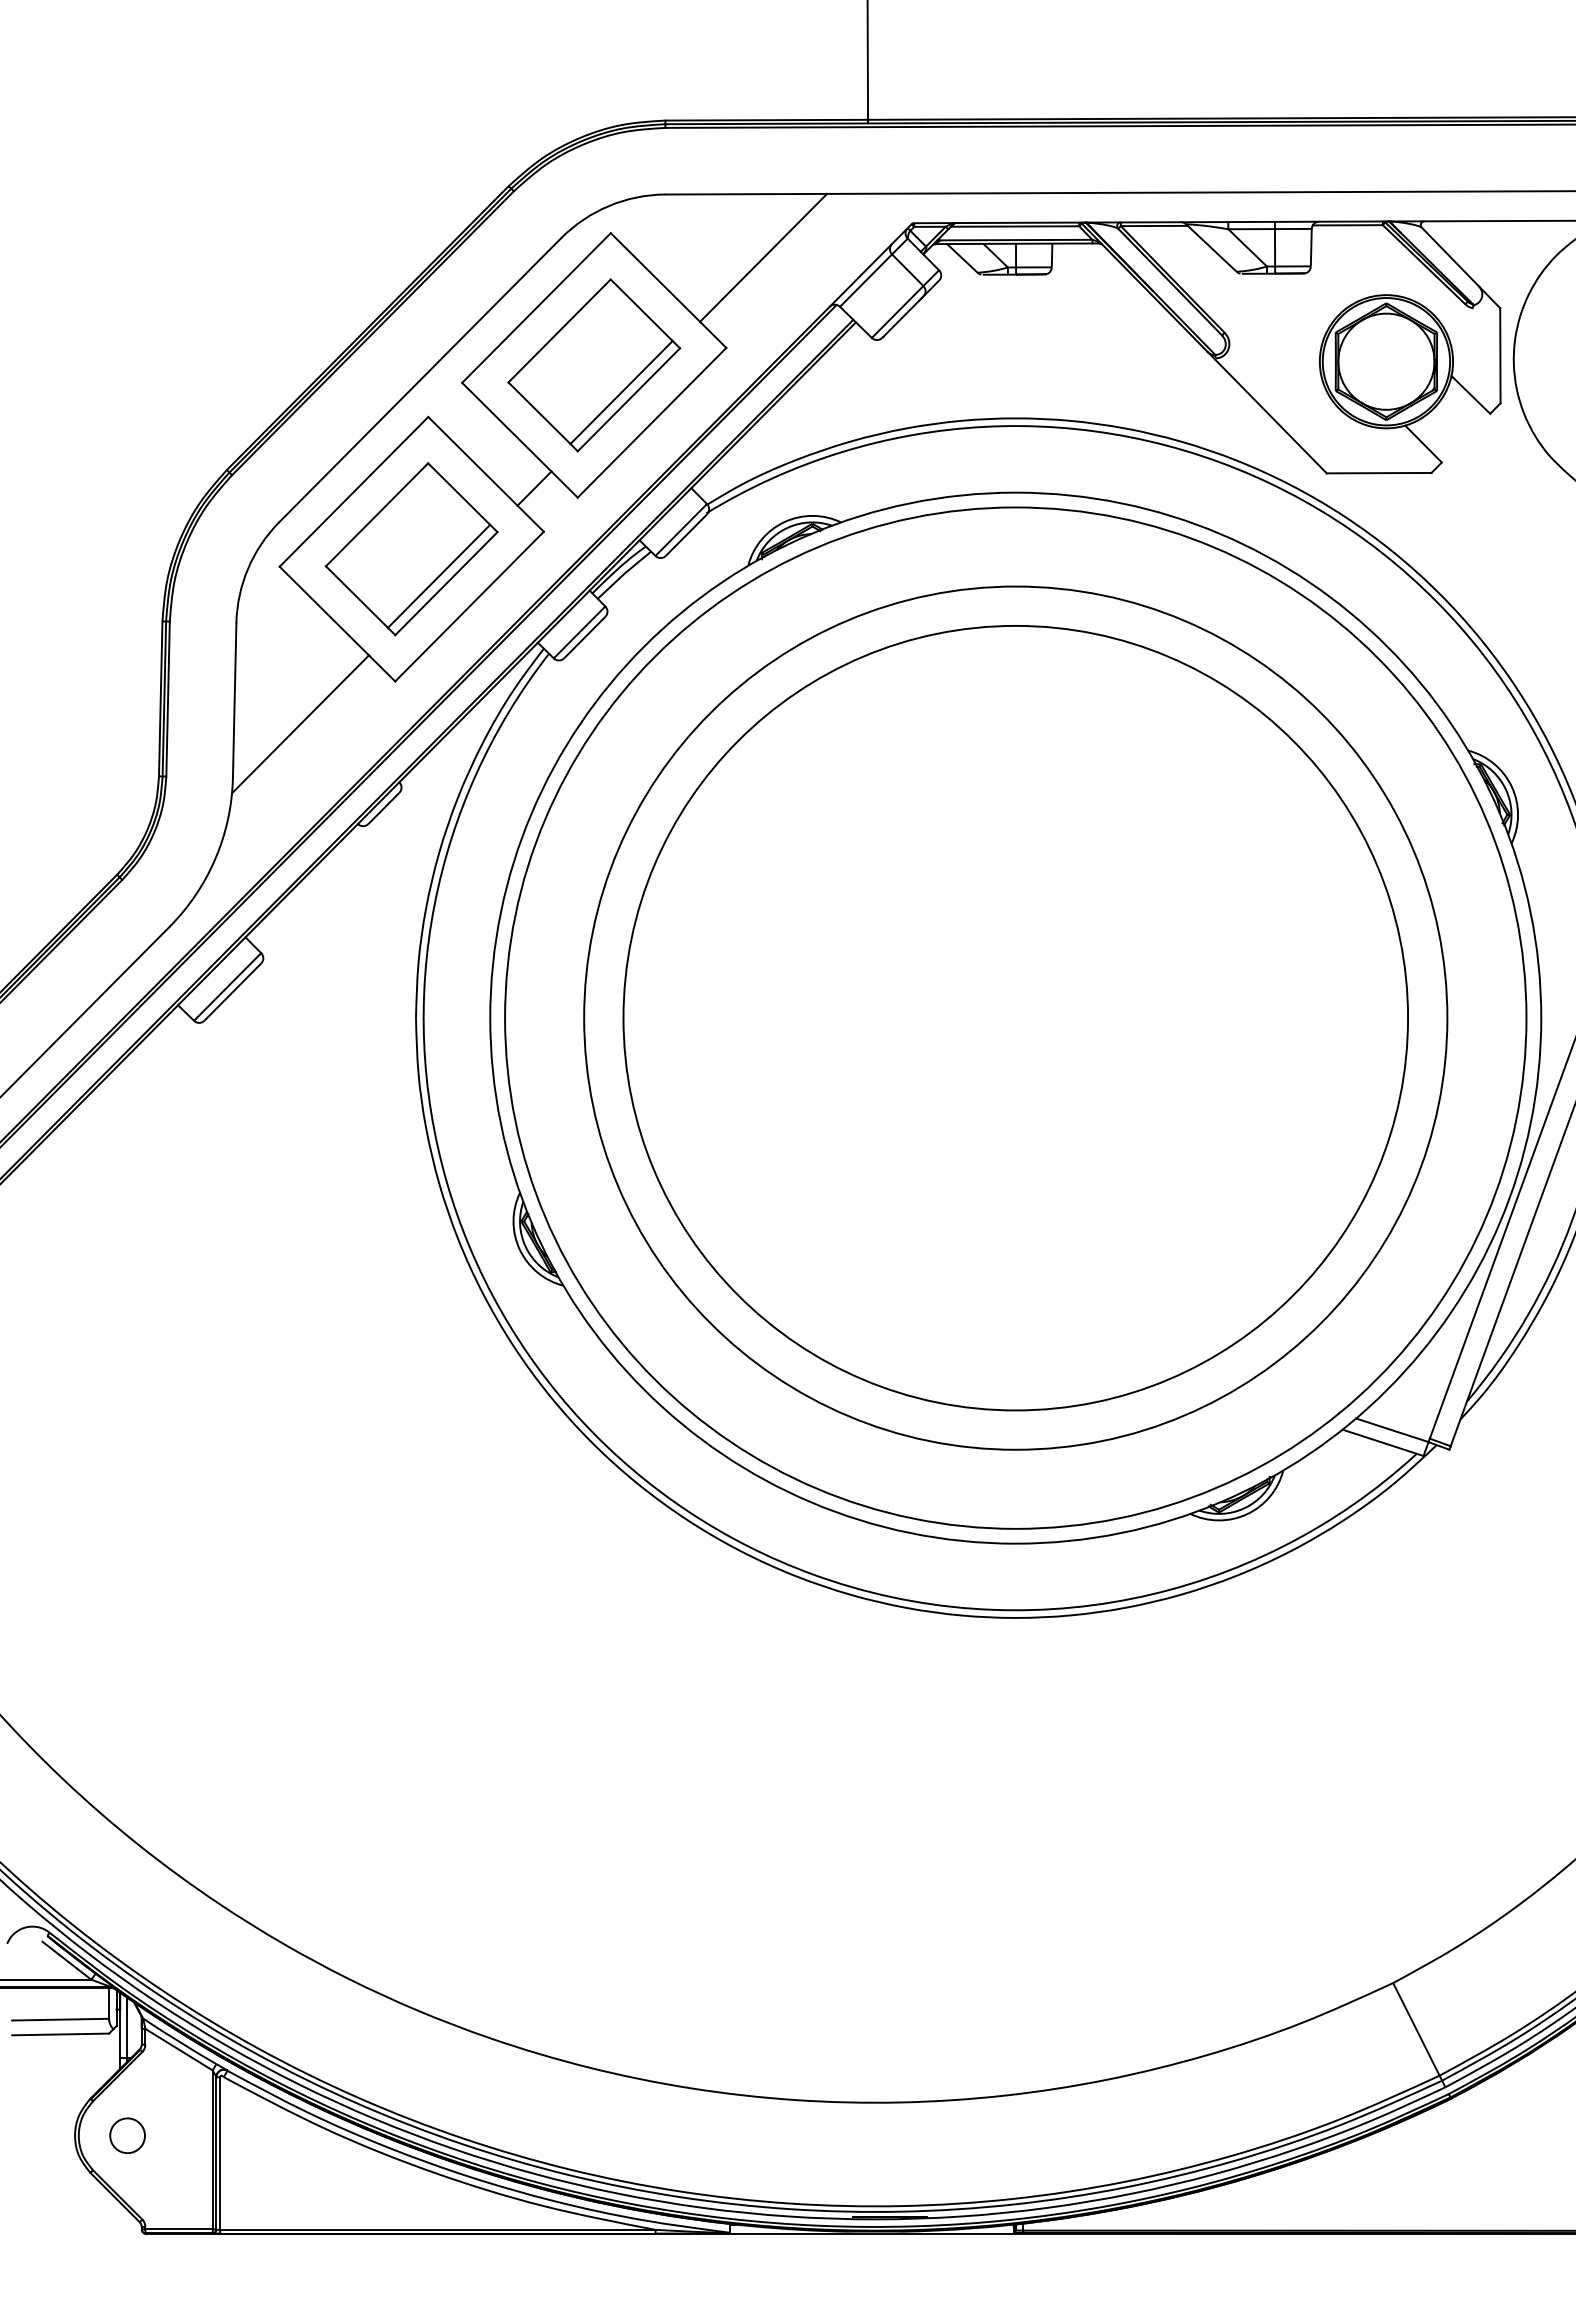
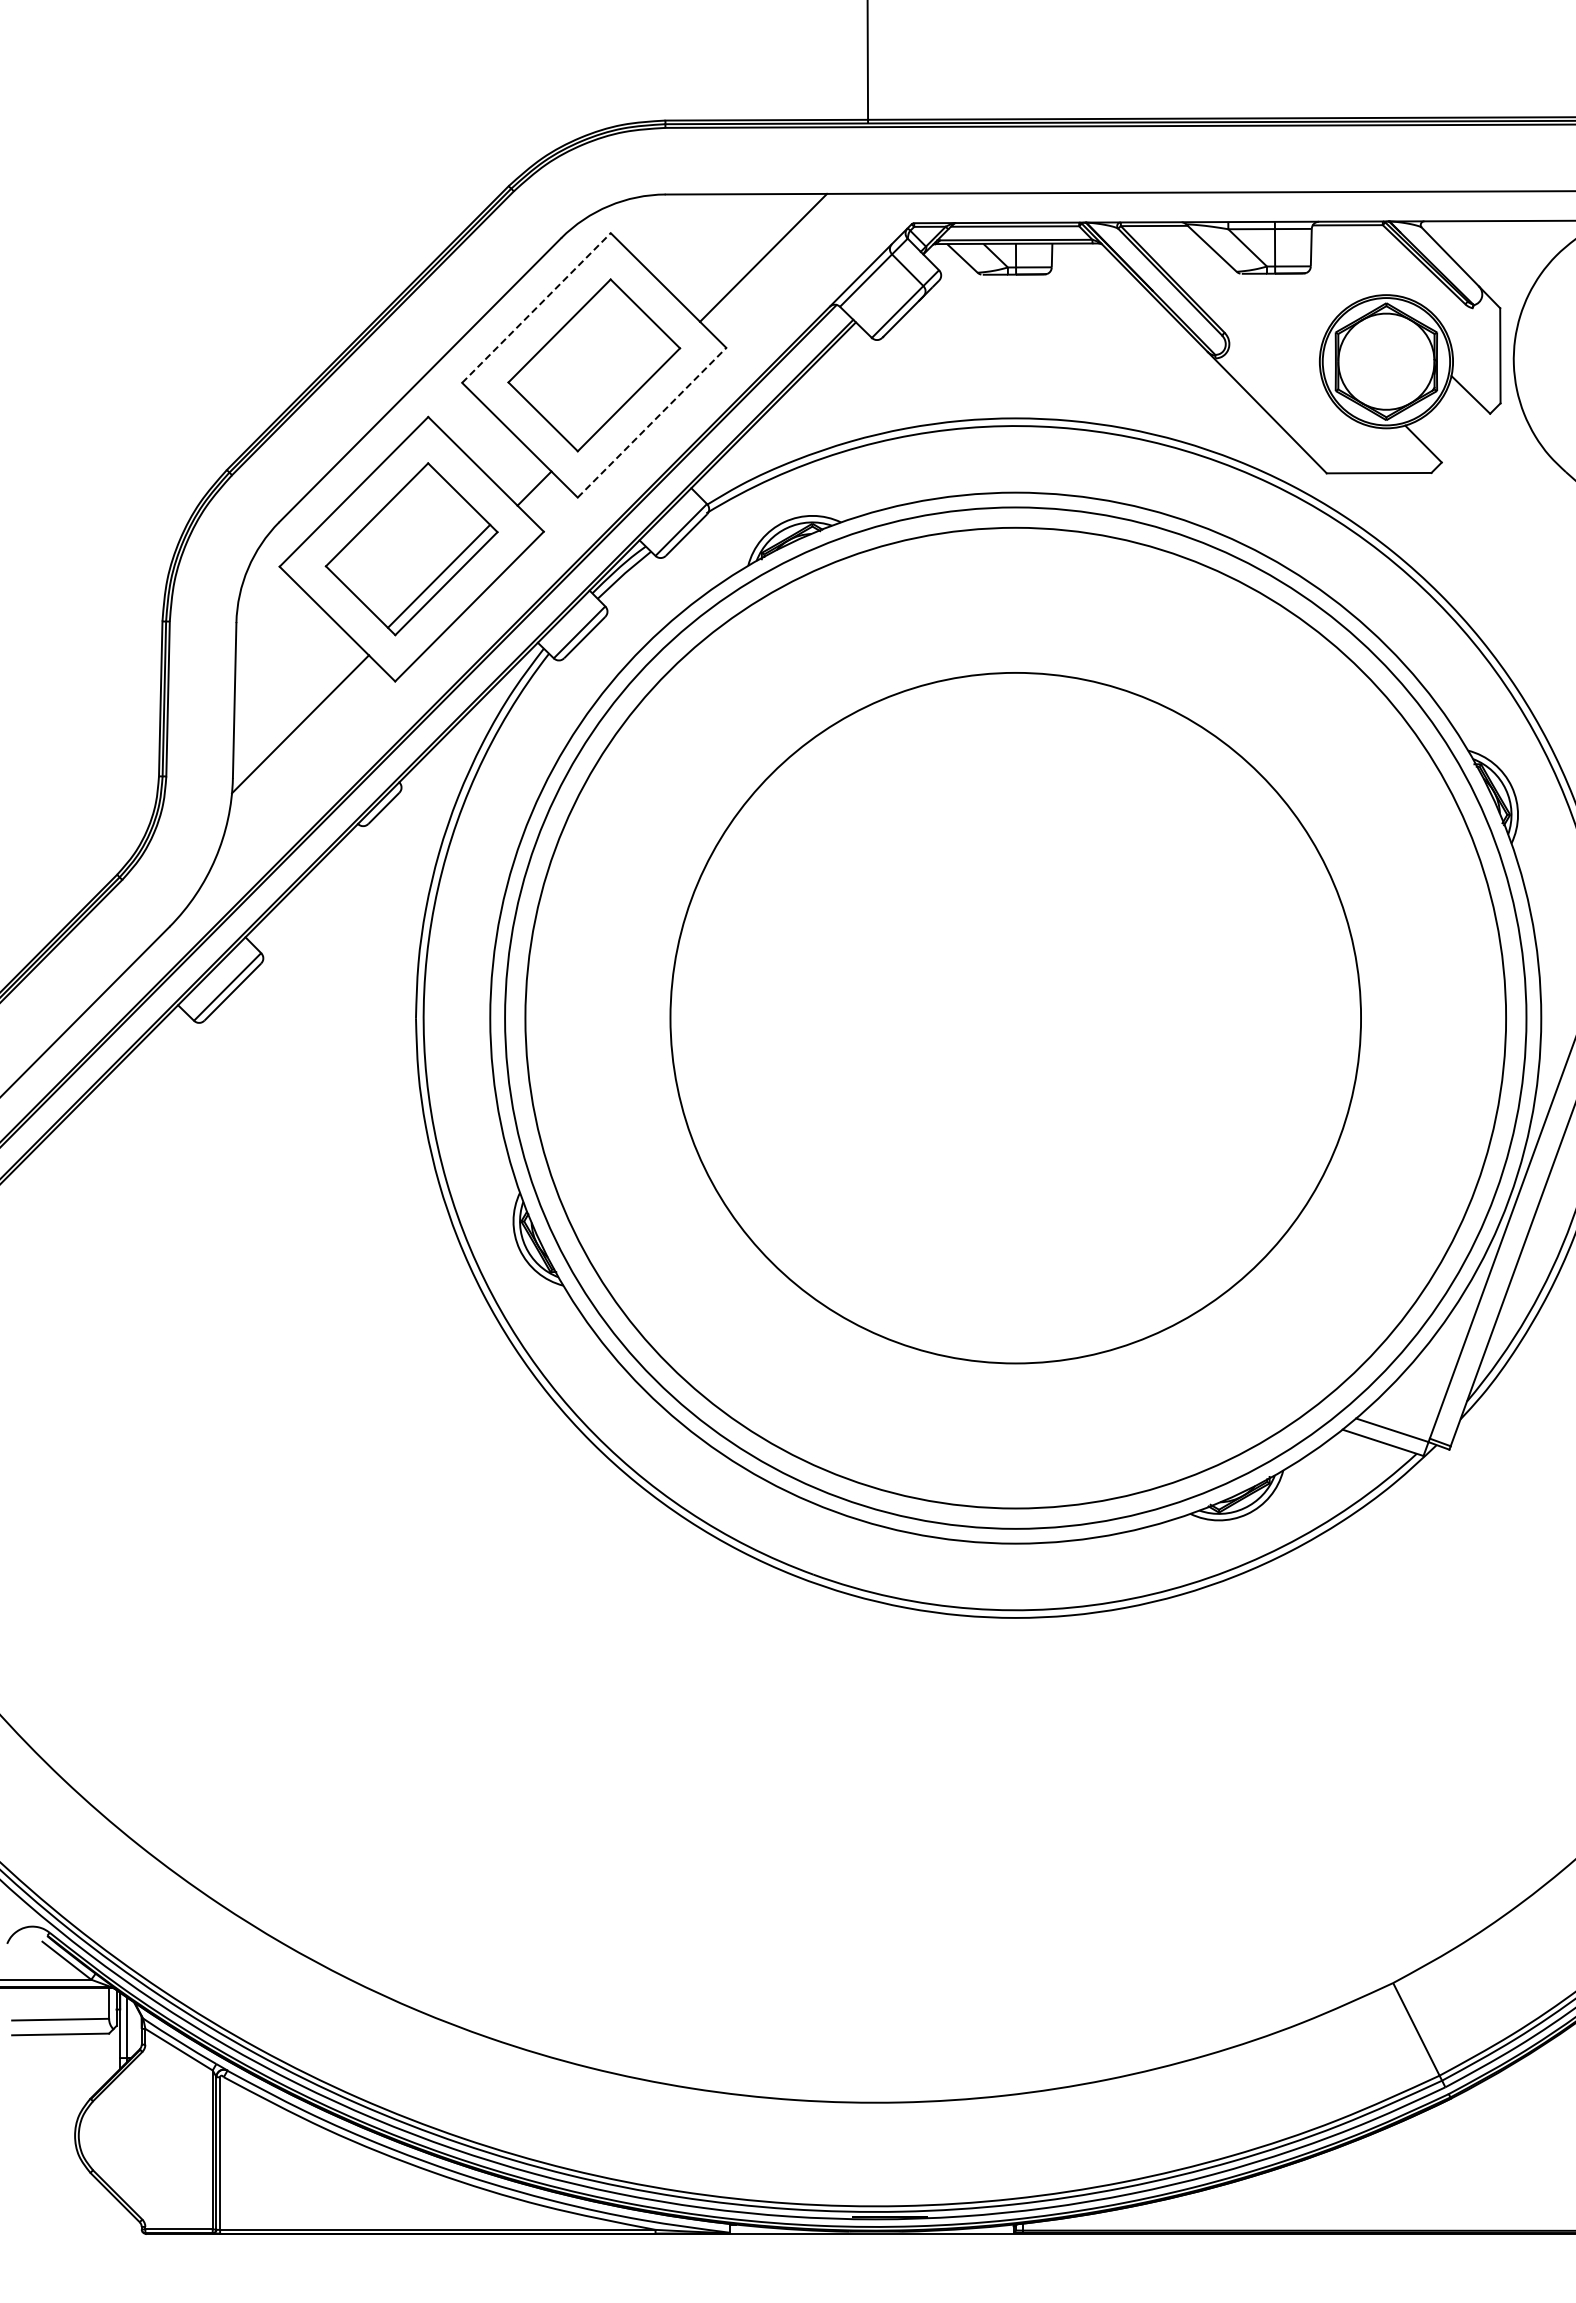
line at (536, 307): solid -> dashed
line at (621, 392): present -> none
line at (652, 422): solid -> dashed
circle at (1015, 1017) diameter: 785 px -> 981 px
circle at (1015, 1017) diameter: 863 px -> 691 px
circle at (127, 2135): present -> none
